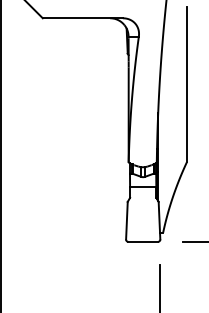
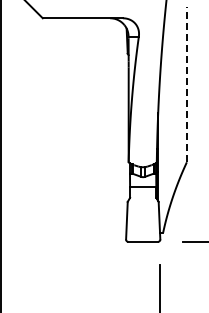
line at (186, 84): solid -> dashed
